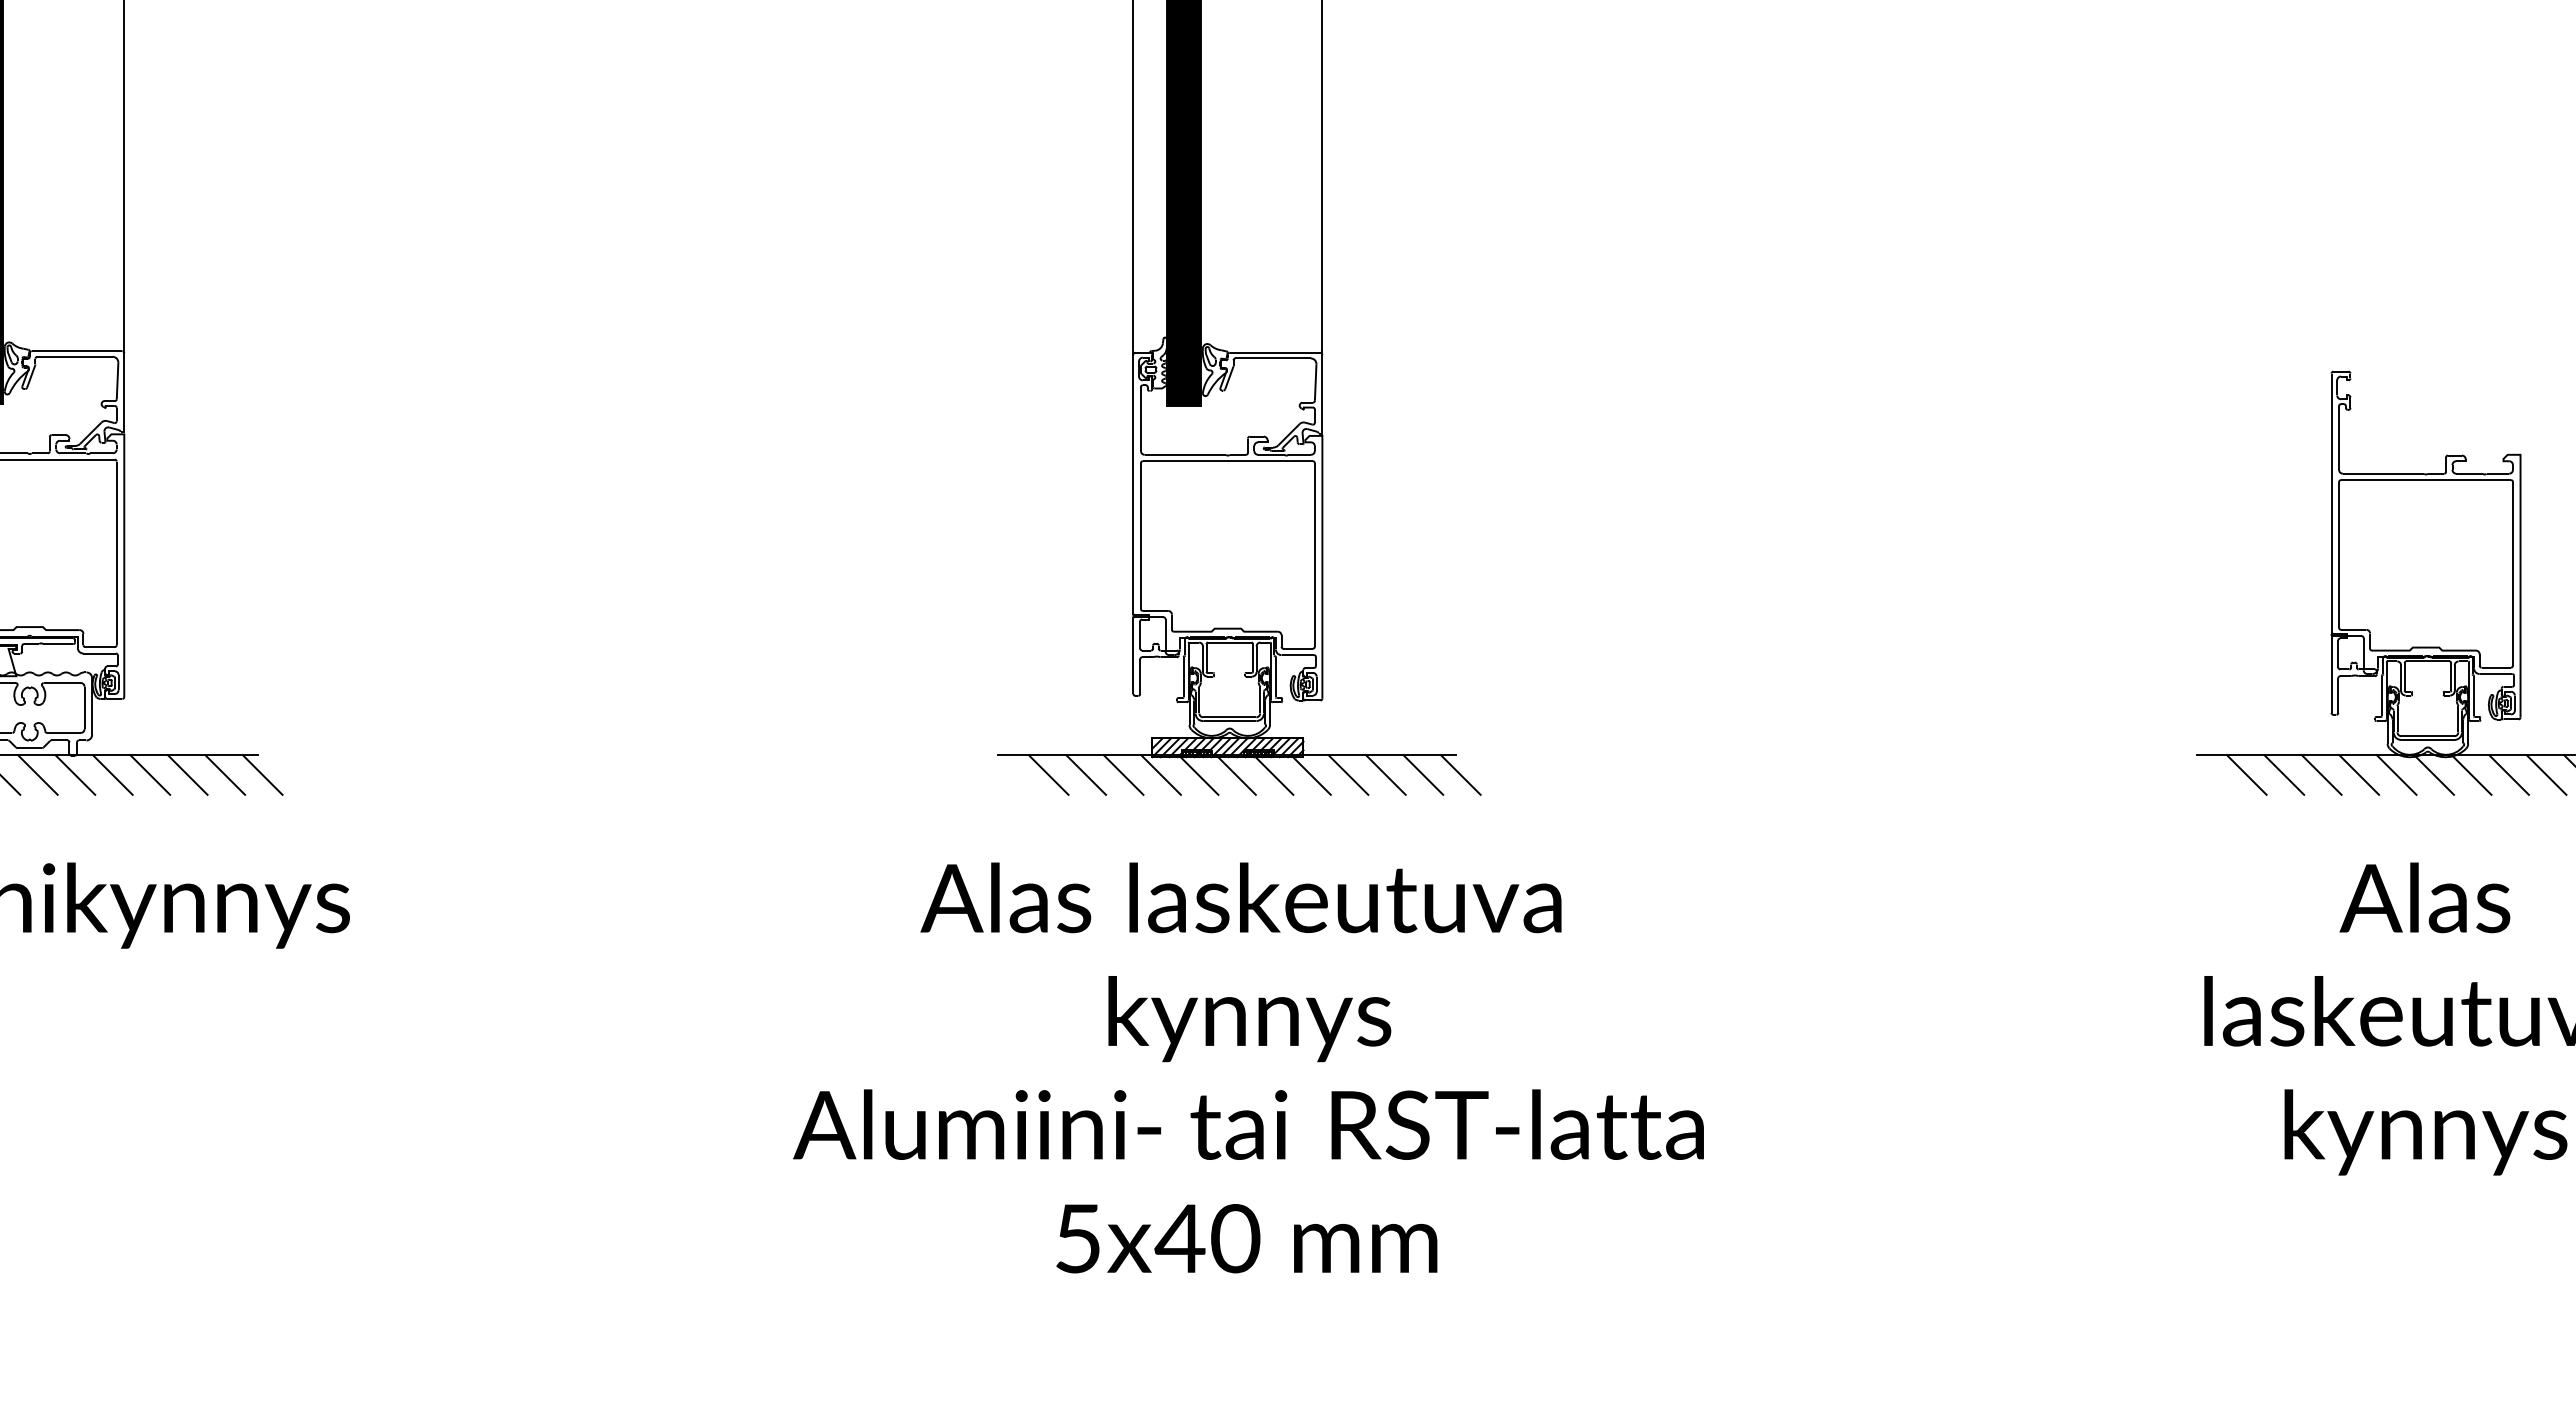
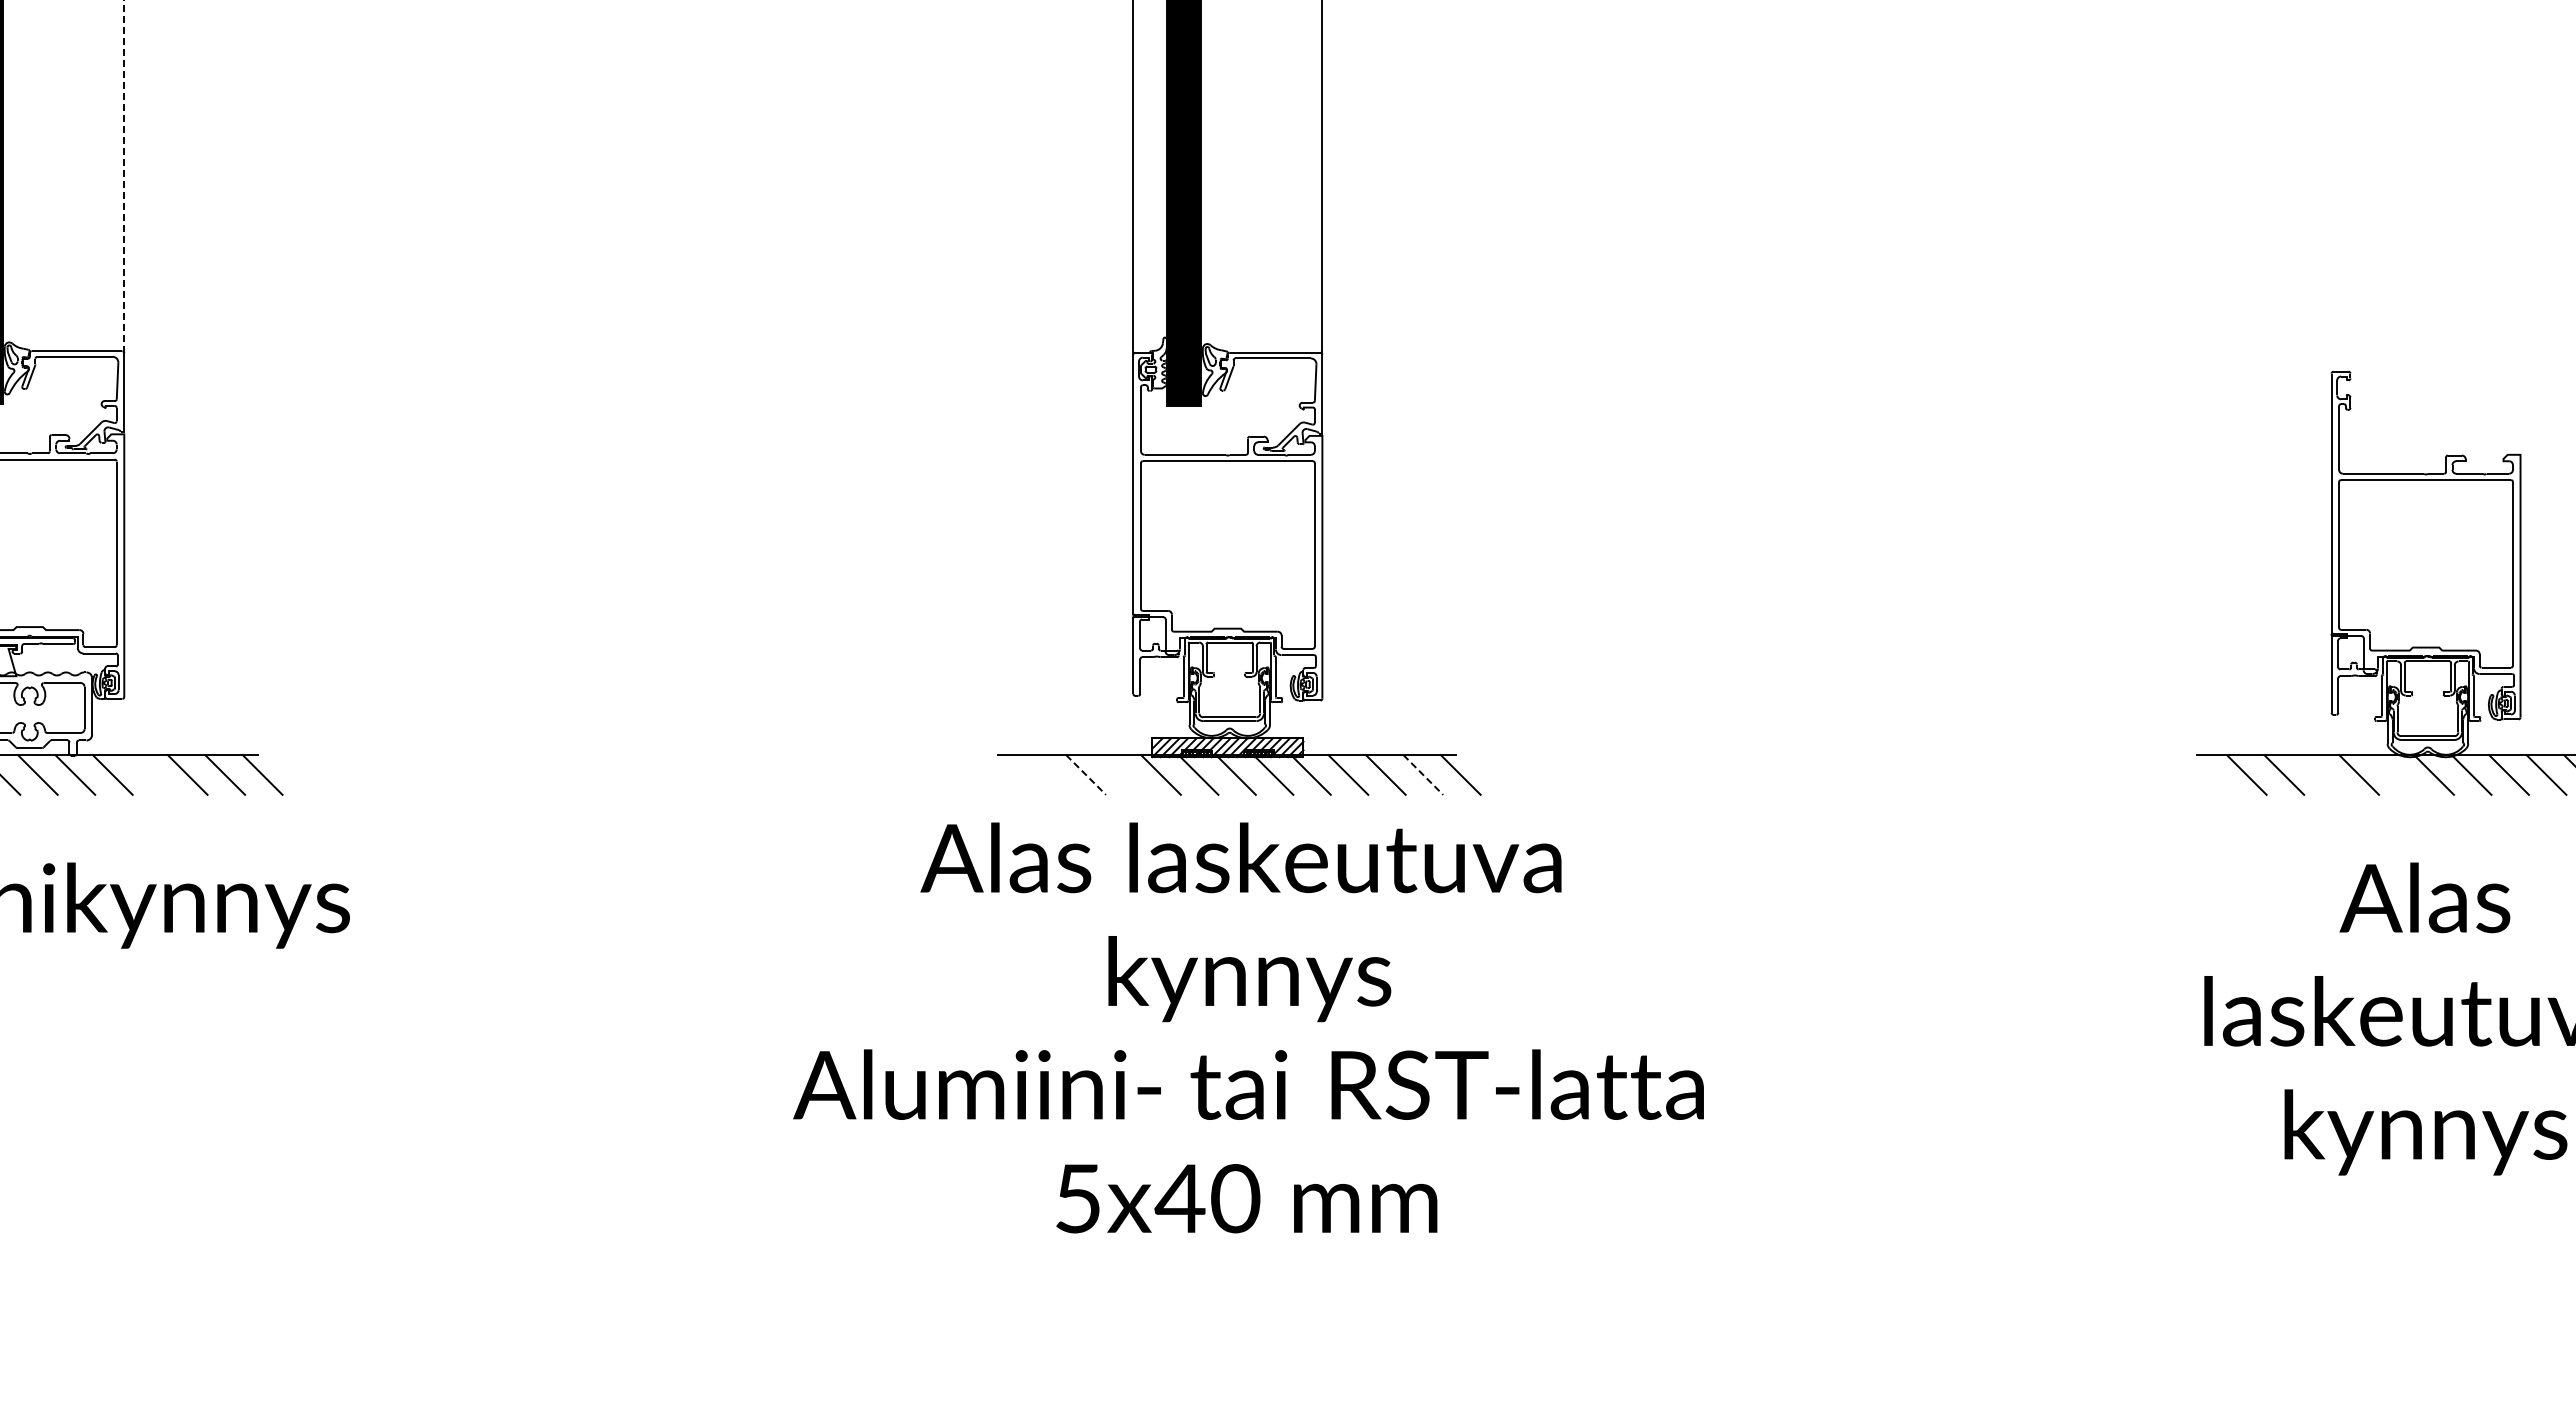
line at (124, 176): solid -> dashed
line at (150, 774): present -> none
line at (1048, 774): present -> none
line at (1123, 774): present -> none
line at (2321, 774): present -> none
line at (2396, 774): present -> none
line at (1086, 775): solid -> dashed
line at (1423, 775): solid -> dashed
text at (1248, 1067) position: (1248, 1067) -> (1248, 1027)
